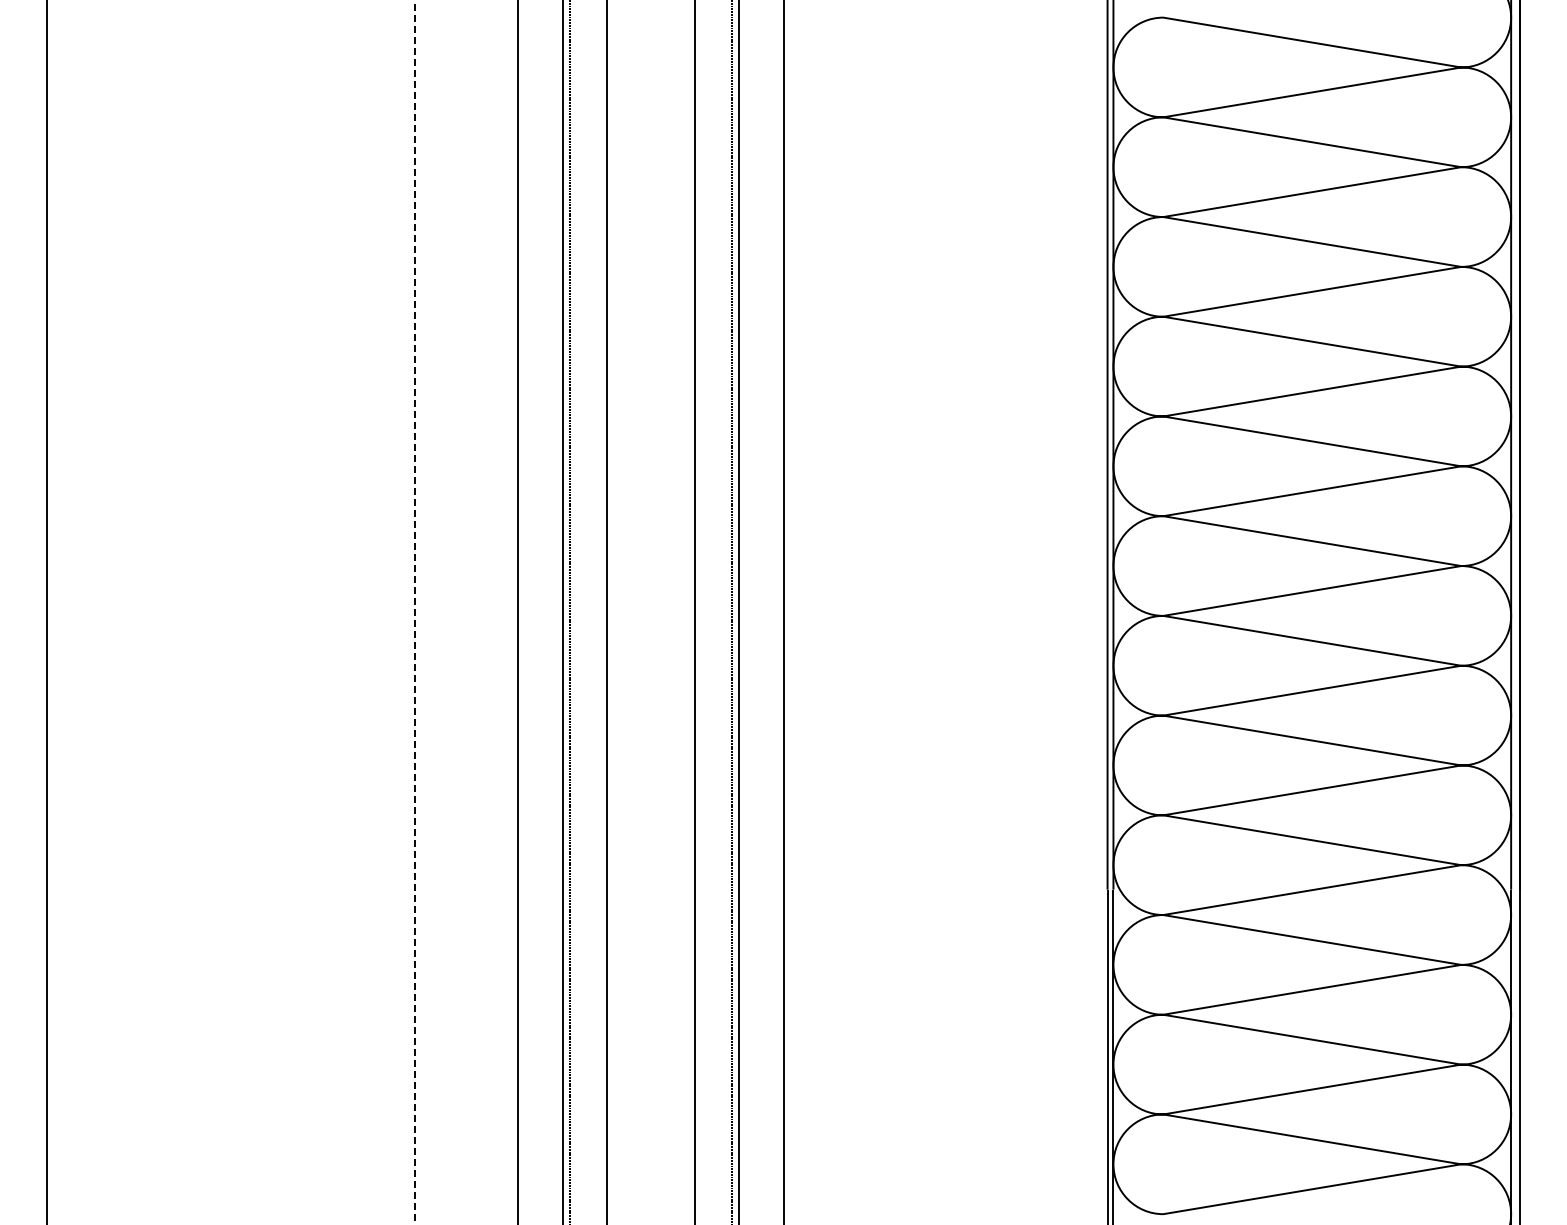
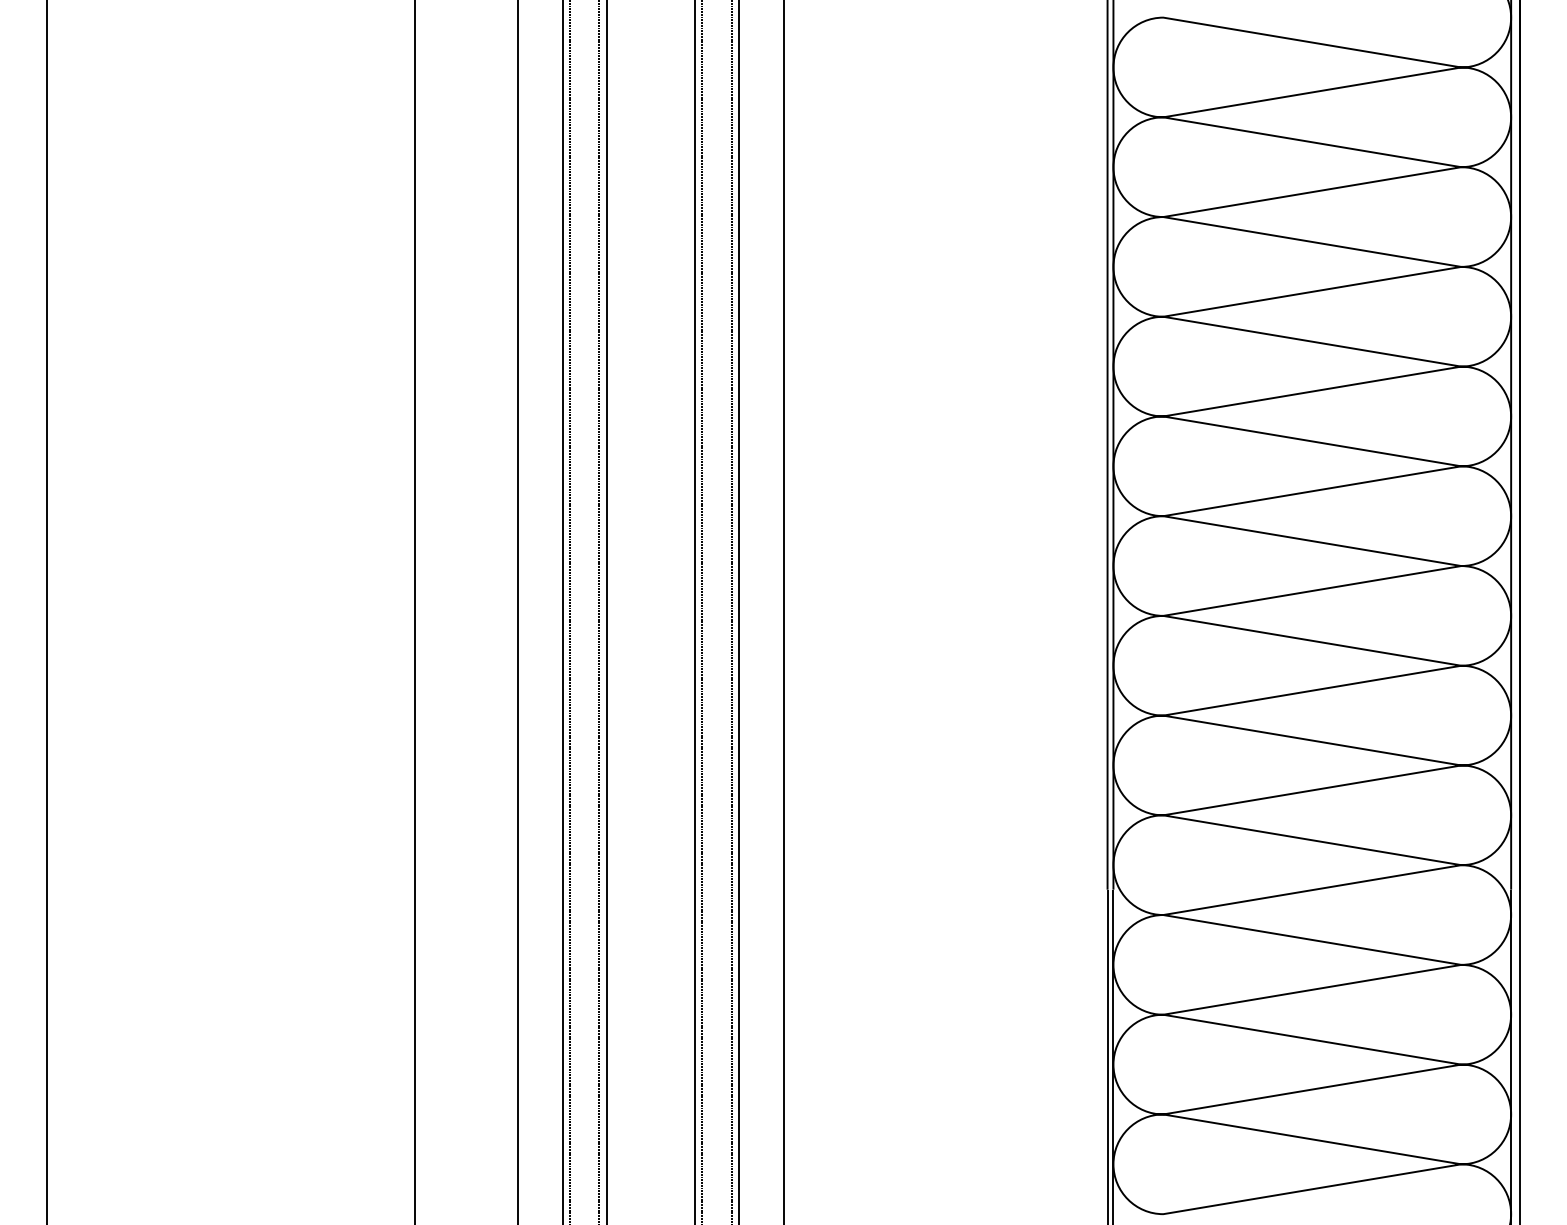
line at (599, 611): none -> present
line at (702, 611): none -> present
line at (415, 612): dashed -> solid
